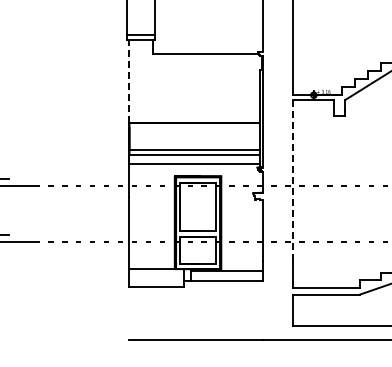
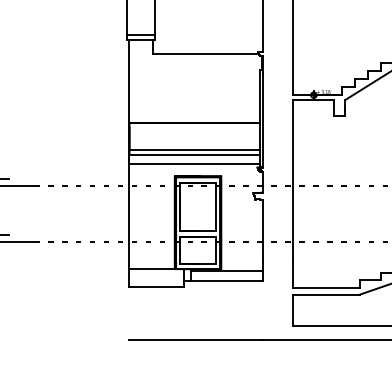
line at (129, 80): dashed -> solid
line at (292, 180): dashed -> solid
